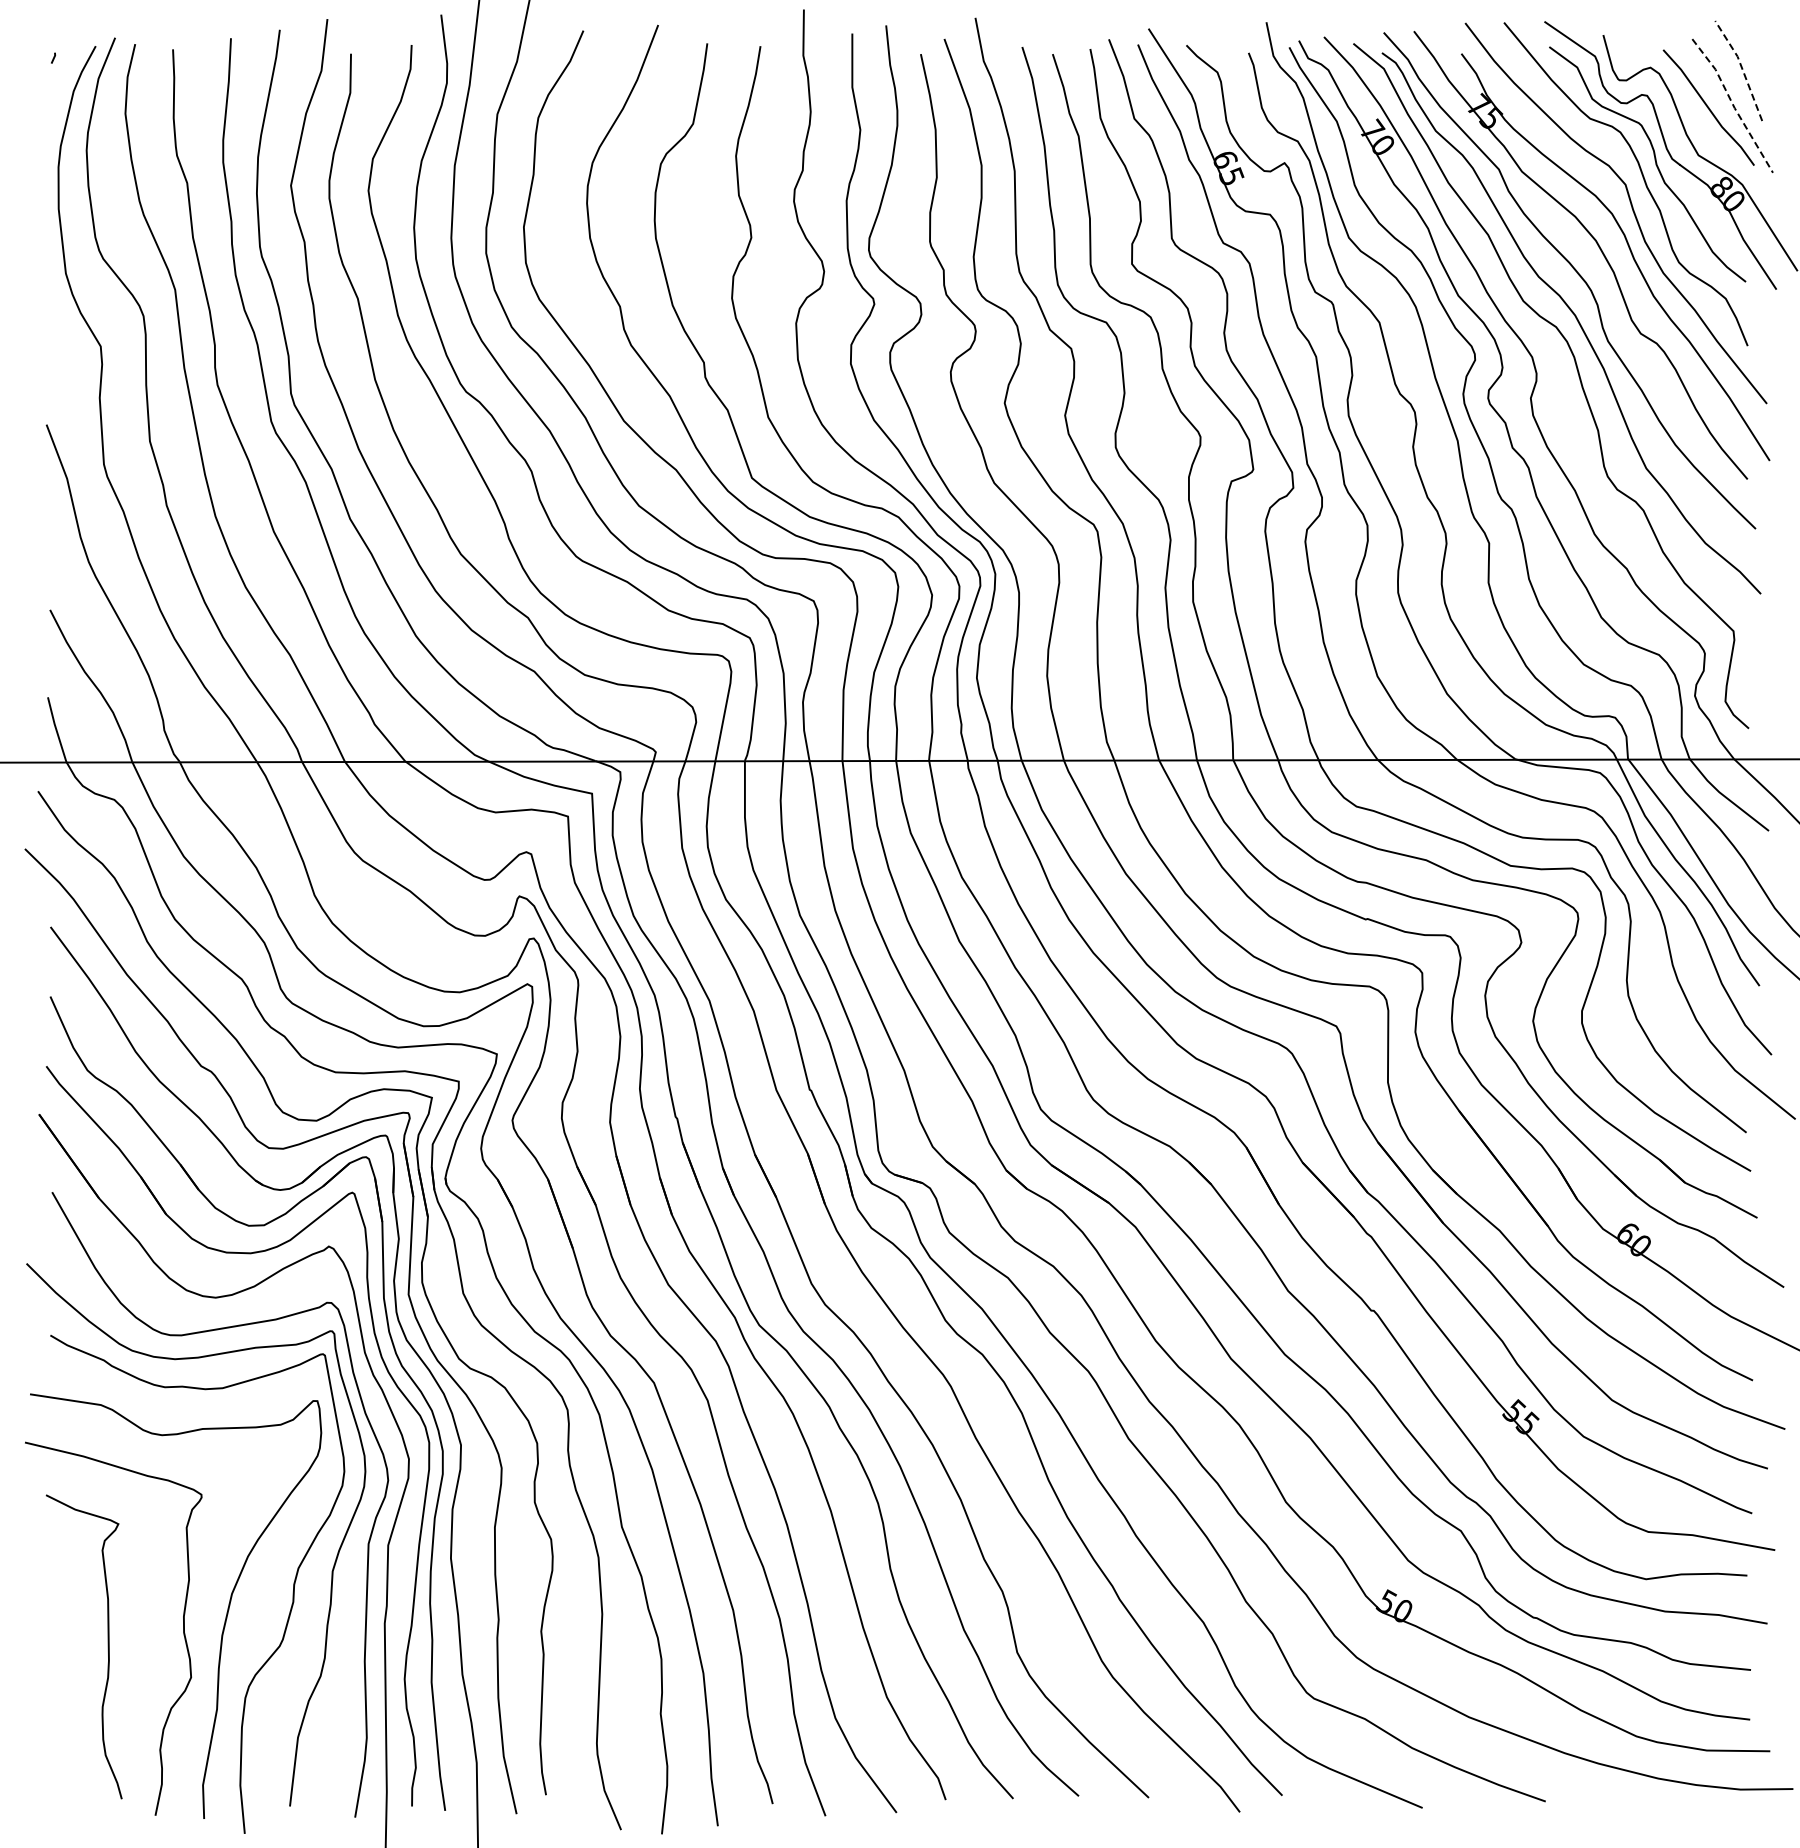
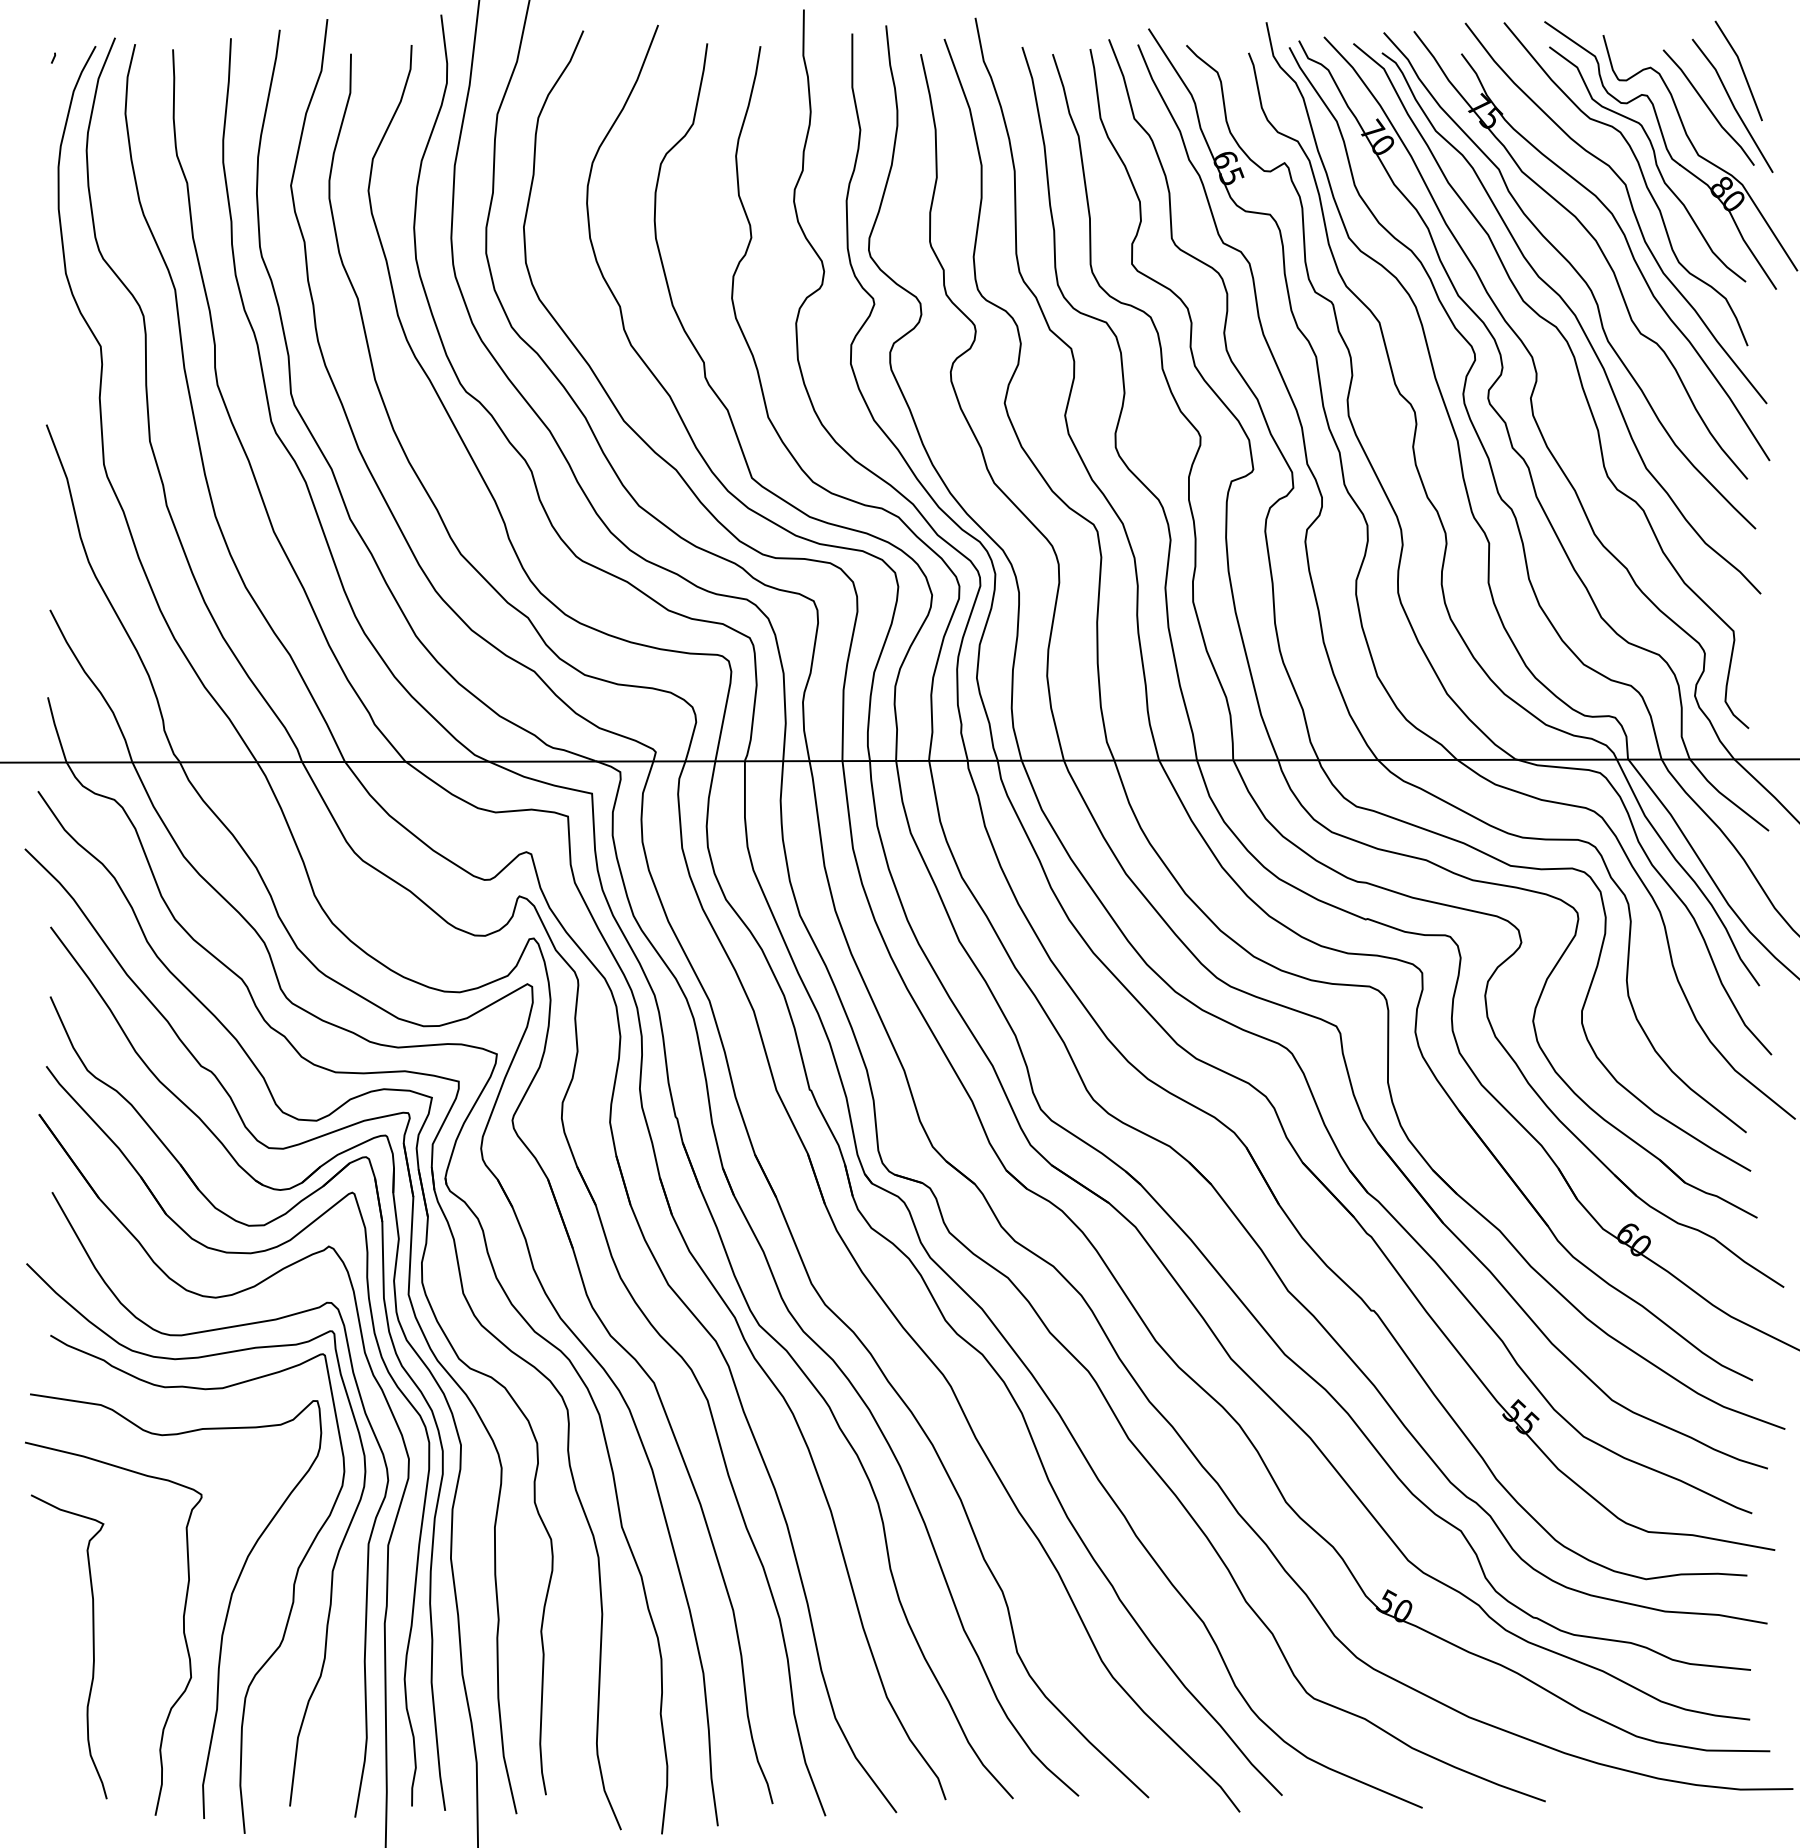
line at (1742, 68): dashed -> solid
line at (1733, 104): dashed -> solid
curve at (107, 1646) position: (107, 1646) -> (92, 1646)
